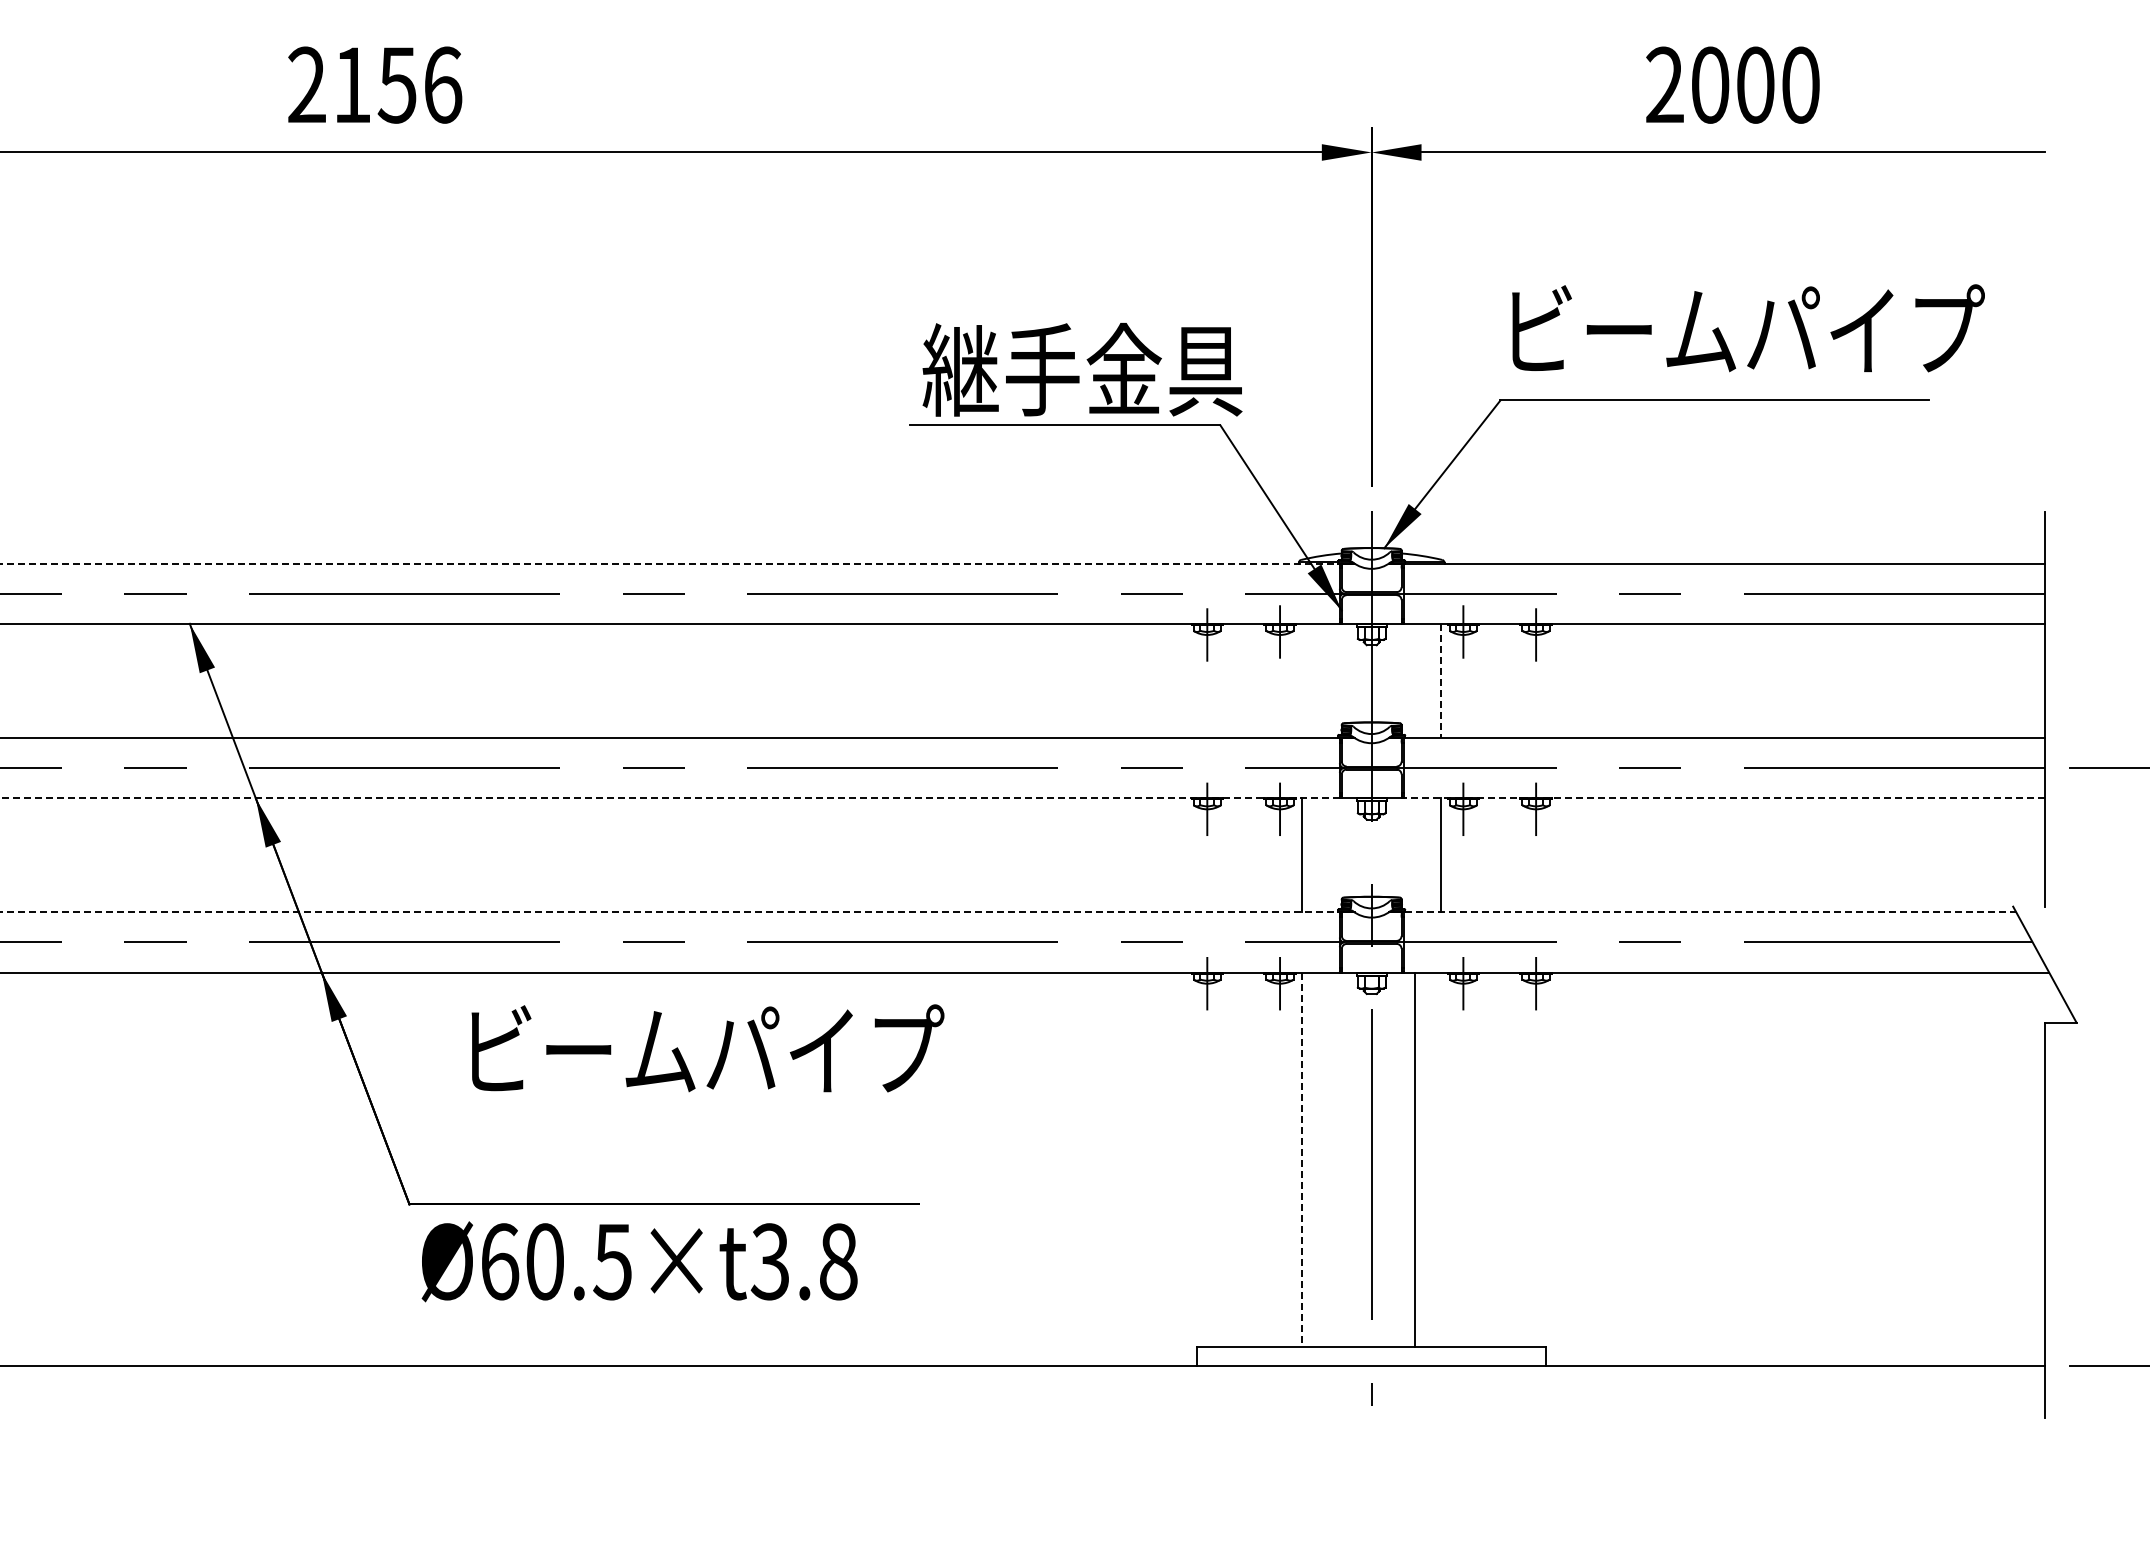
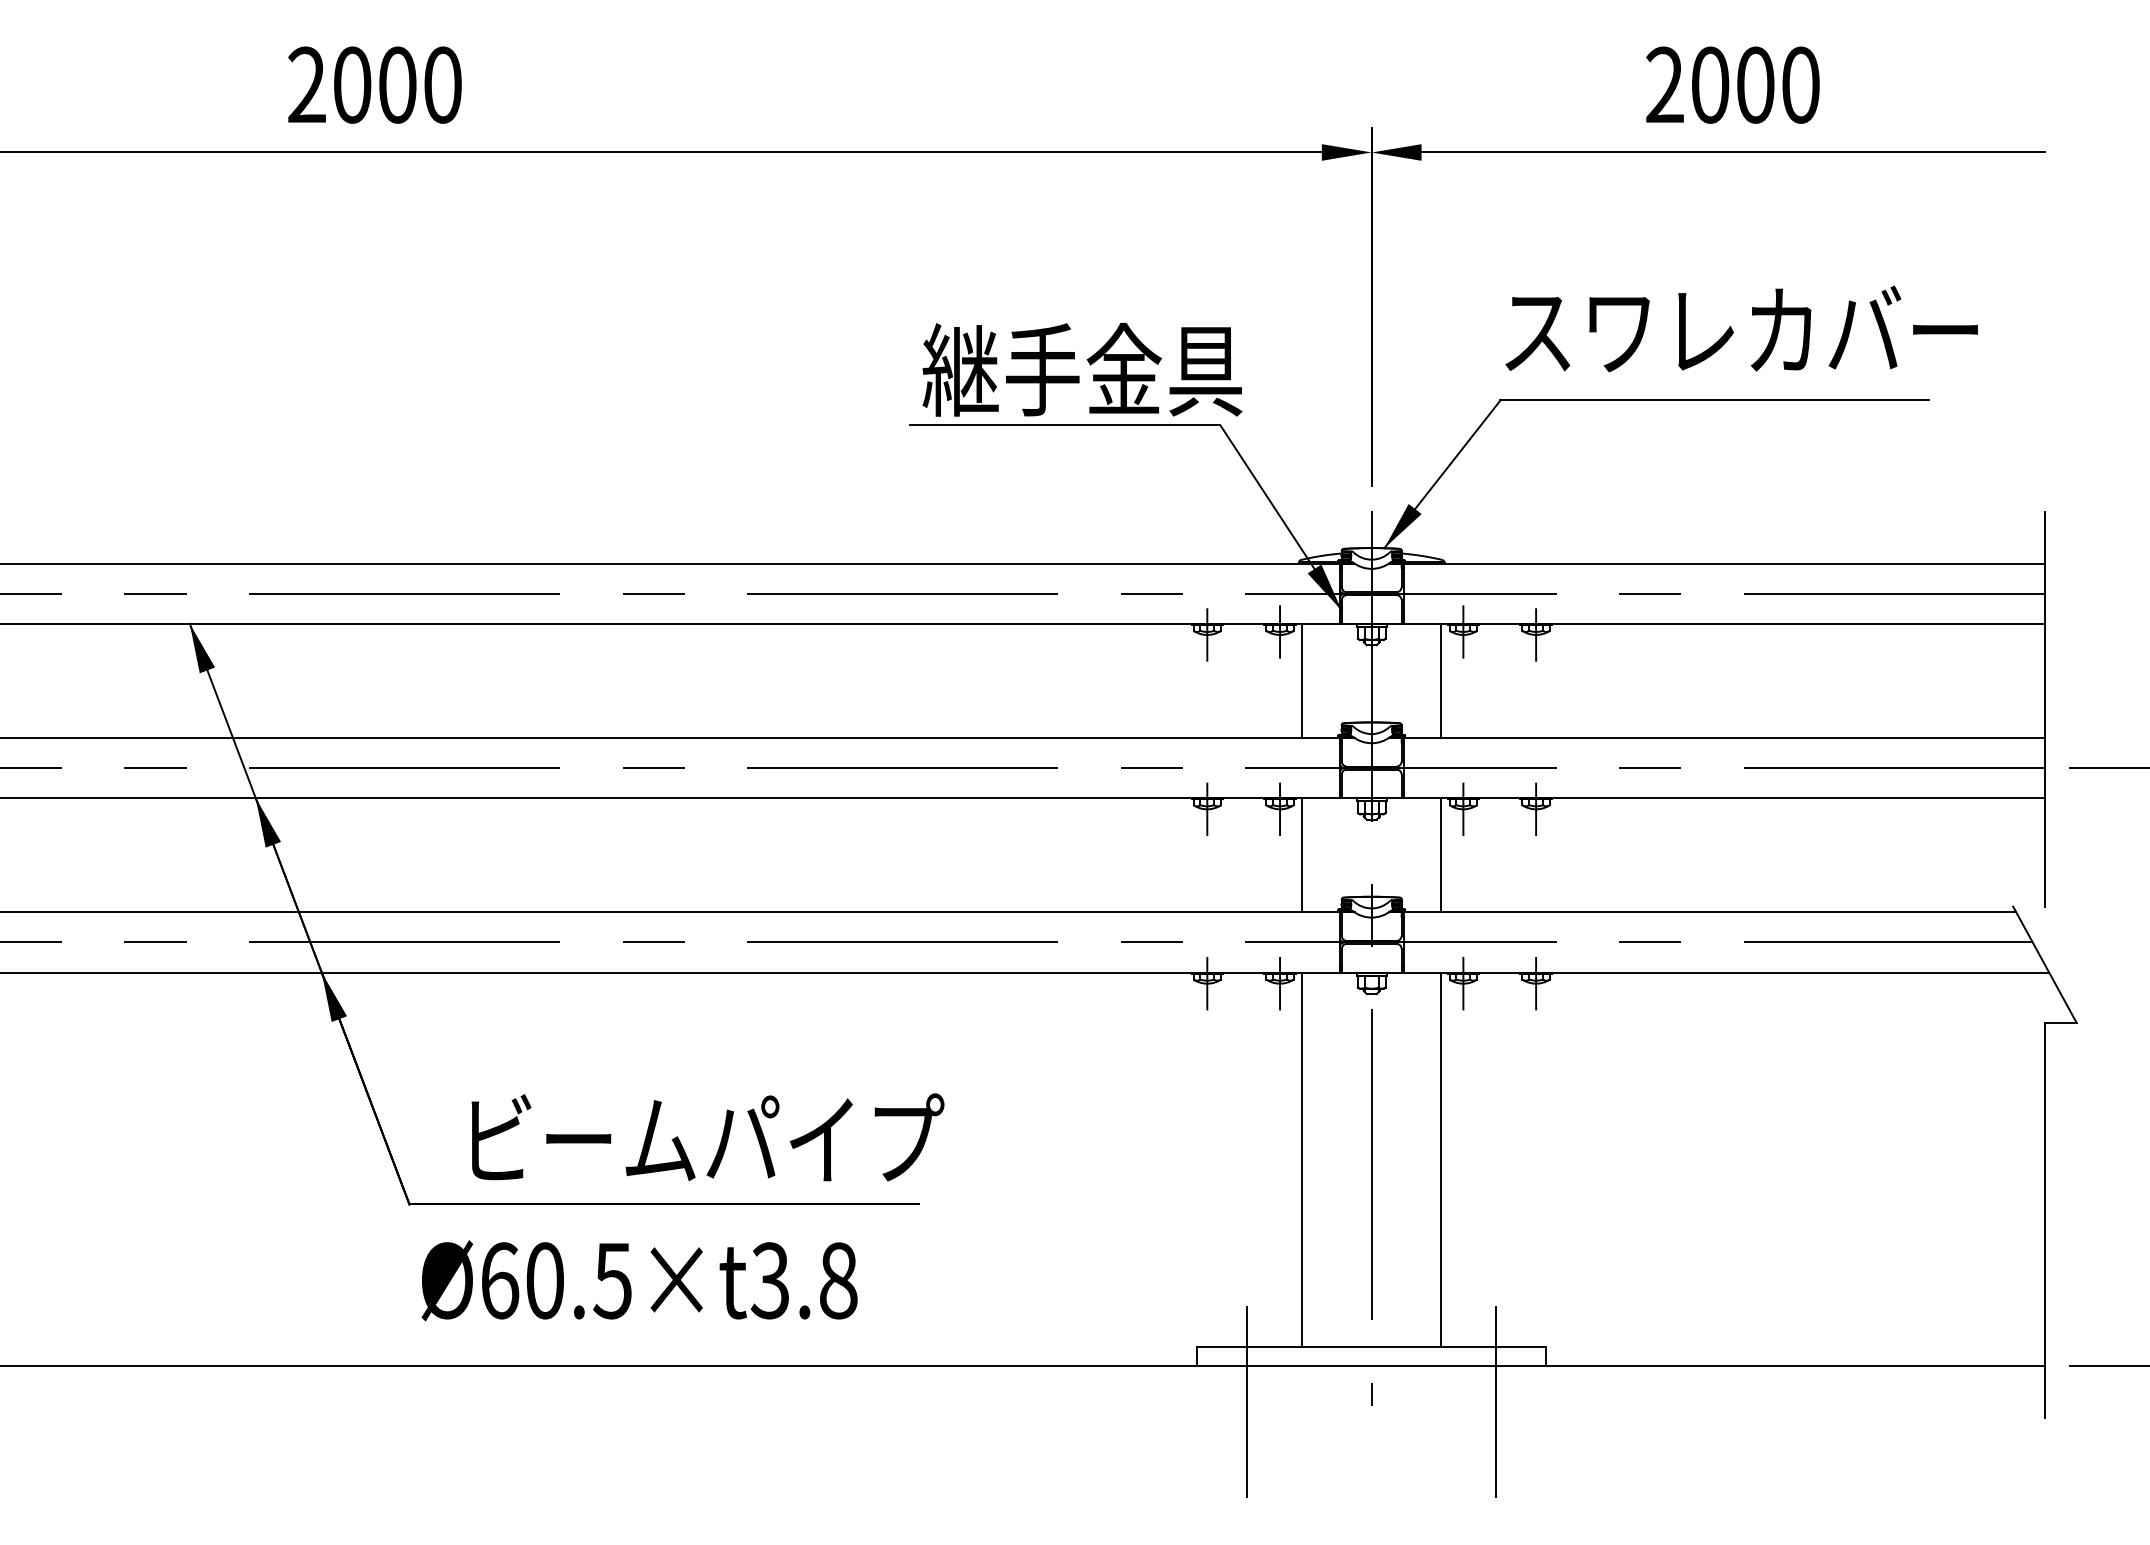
text at (398, 84): 2156 -> 2000
text at (1744, 328): ビームパイプ -> スワレカバー
line at (669, 563): dashed -> solid
line at (1302, 680): none -> present
line at (1441, 681): dashed -> solid
line at (669, 798): dashed -> solid
line at (1724, 798): dashed -> solid
line at (669, 912): dashed -> solid
line at (1711, 912): dashed -> solid
text at (707, 1048) position: (707, 1048) -> (707, 1137)
line at (1415, 1159) position: (1415, 1159) -> (1441, 1159)
line at (1302, 1160): dashed -> solid
text at (639, 1261) position: (639, 1261) -> (639, 1280)
line at (1247, 1401): none -> present
line at (1496, 1401): none -> present
